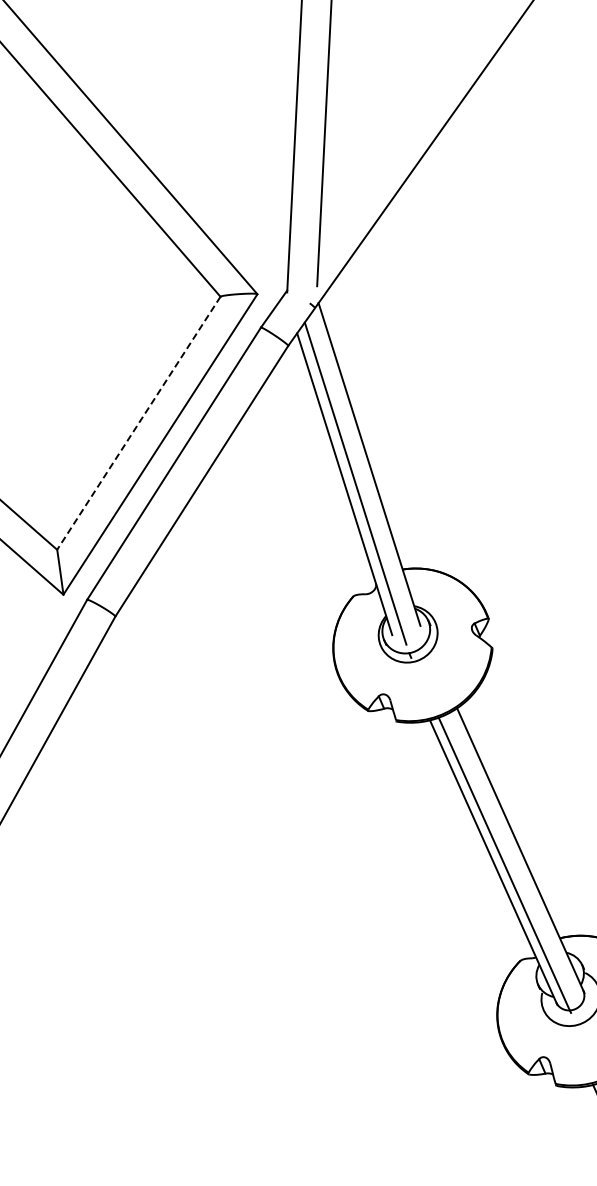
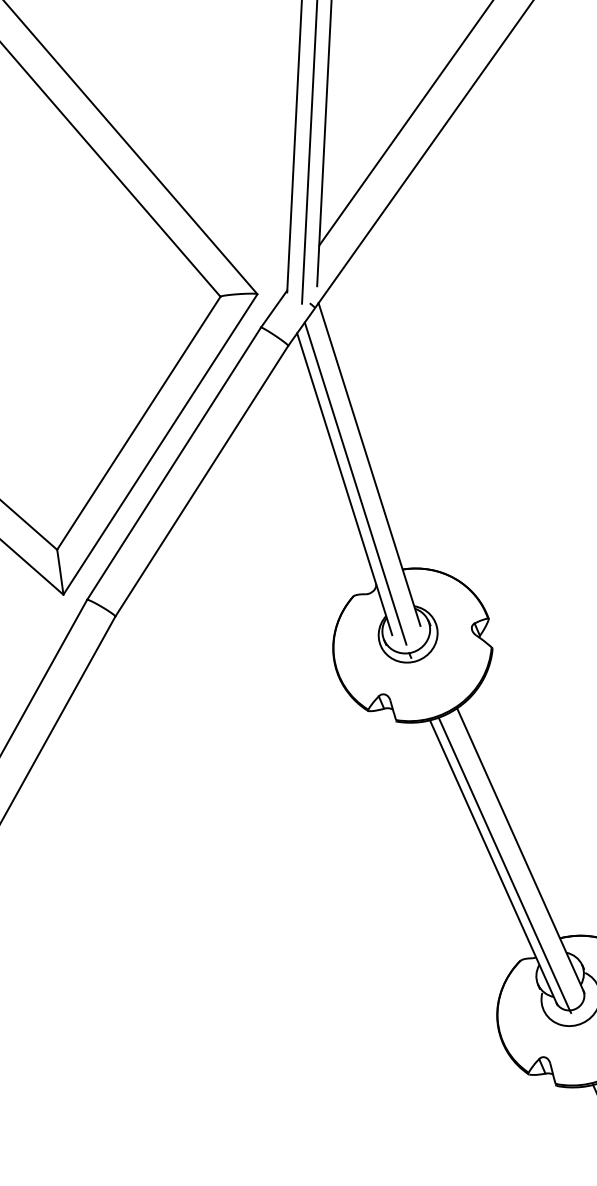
line at (405, 123): none -> present
line at (309, 152): none -> present
line at (138, 423): dashed -> solid
